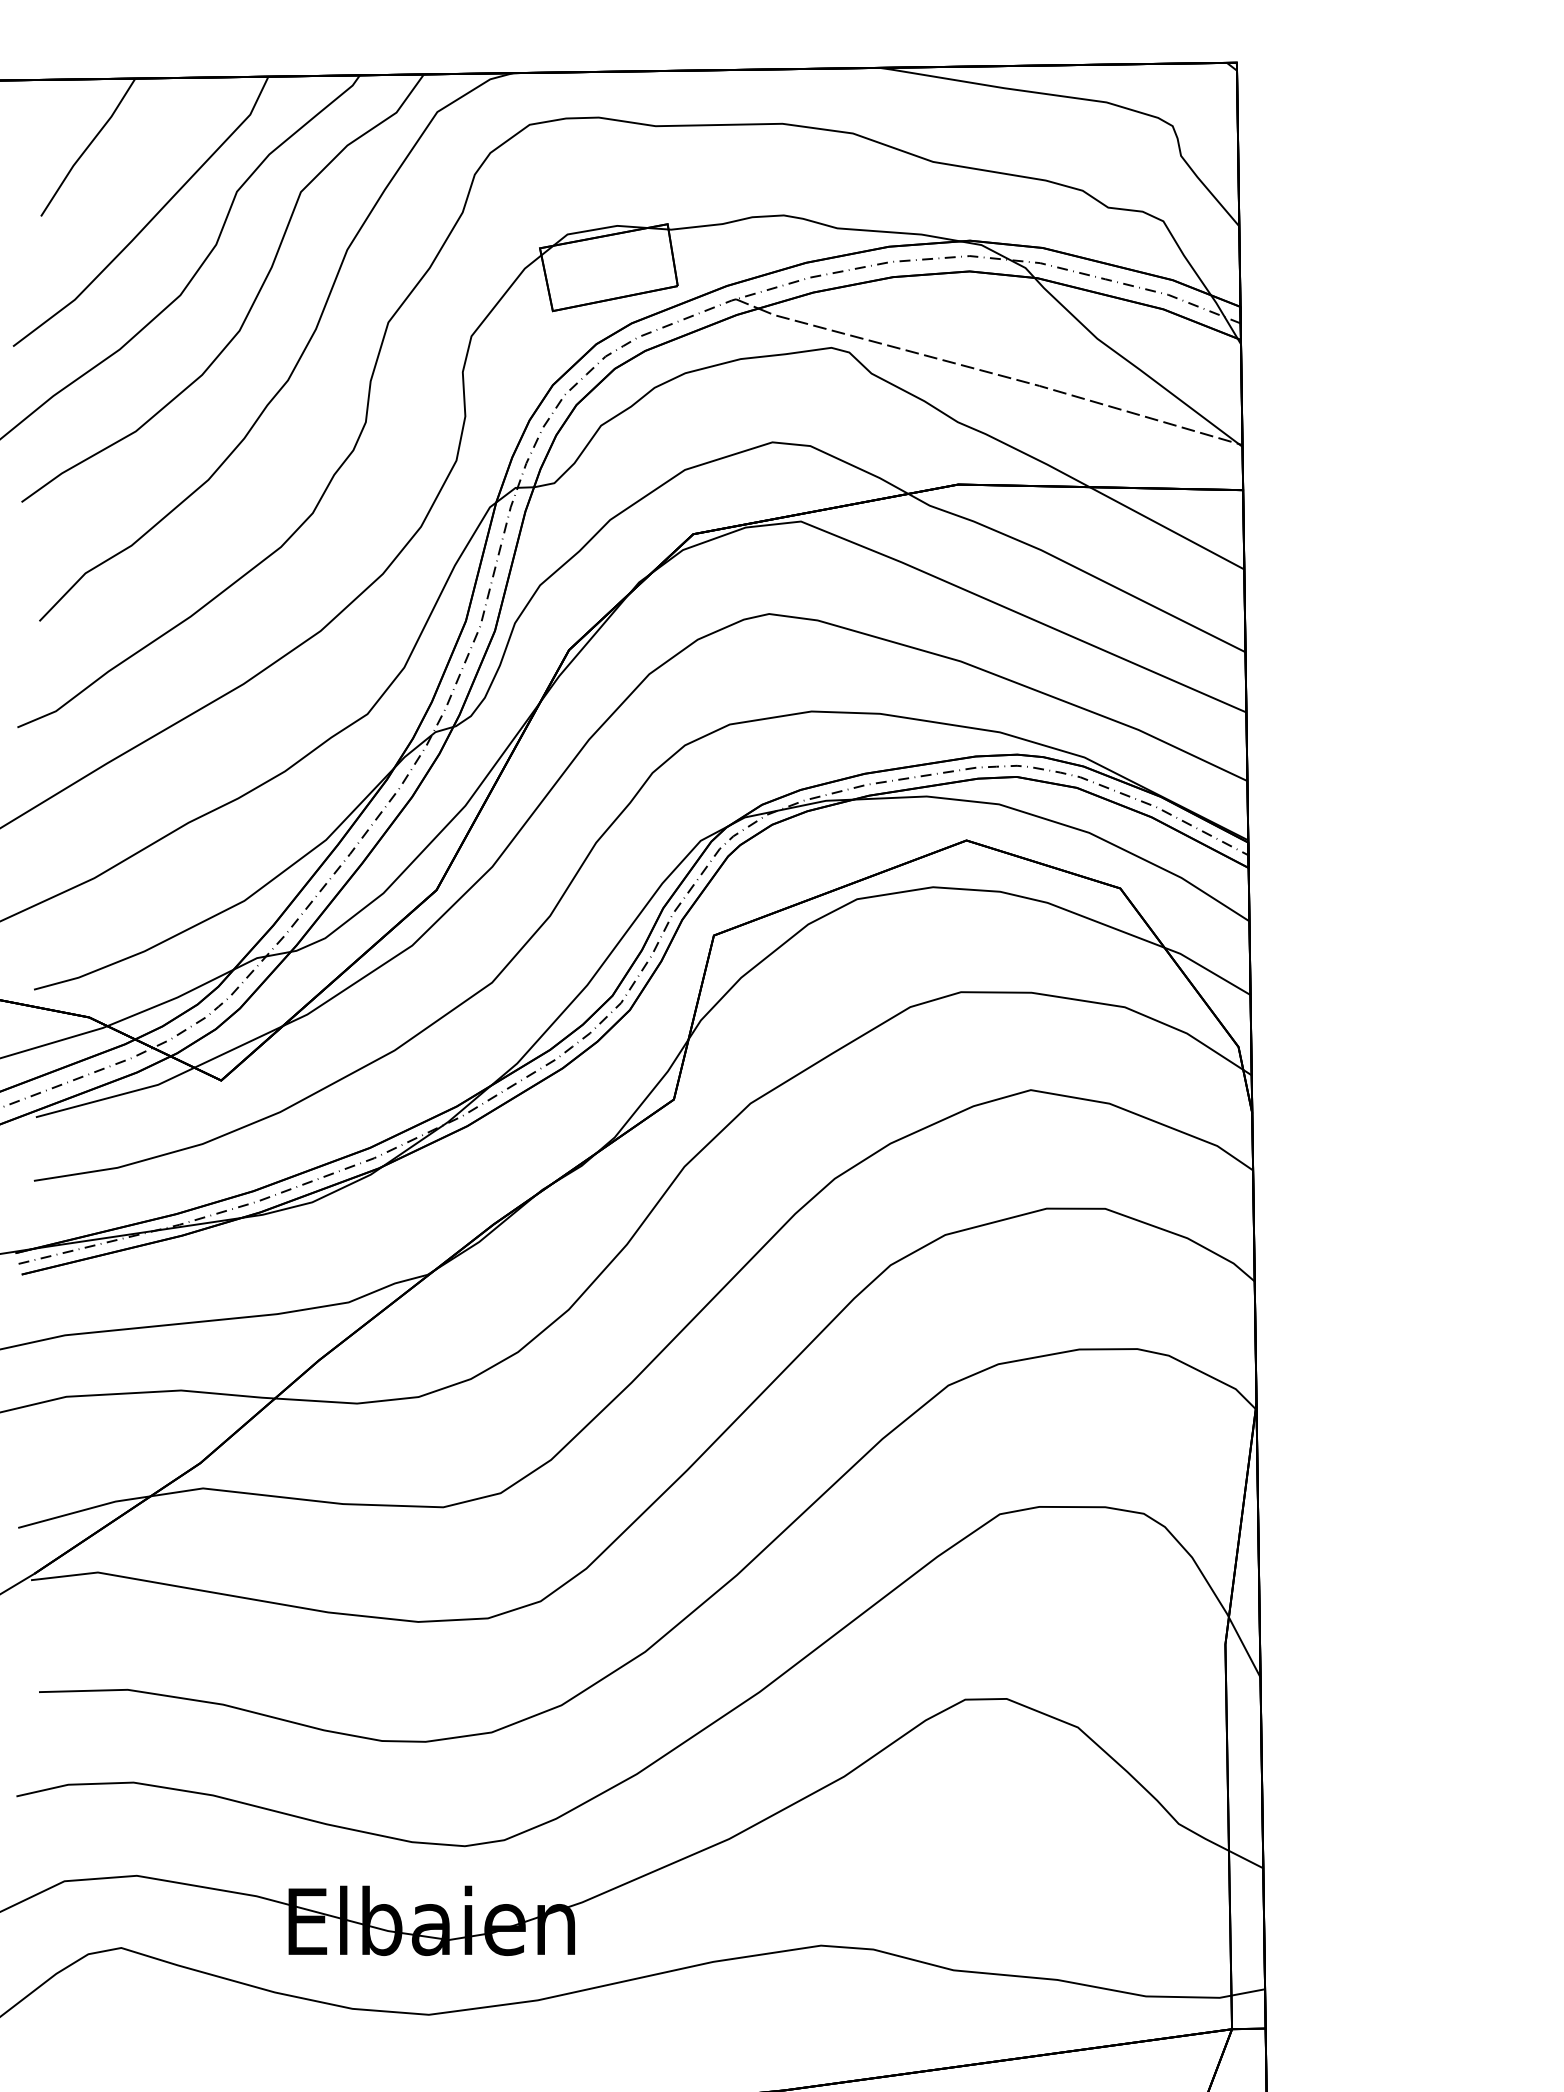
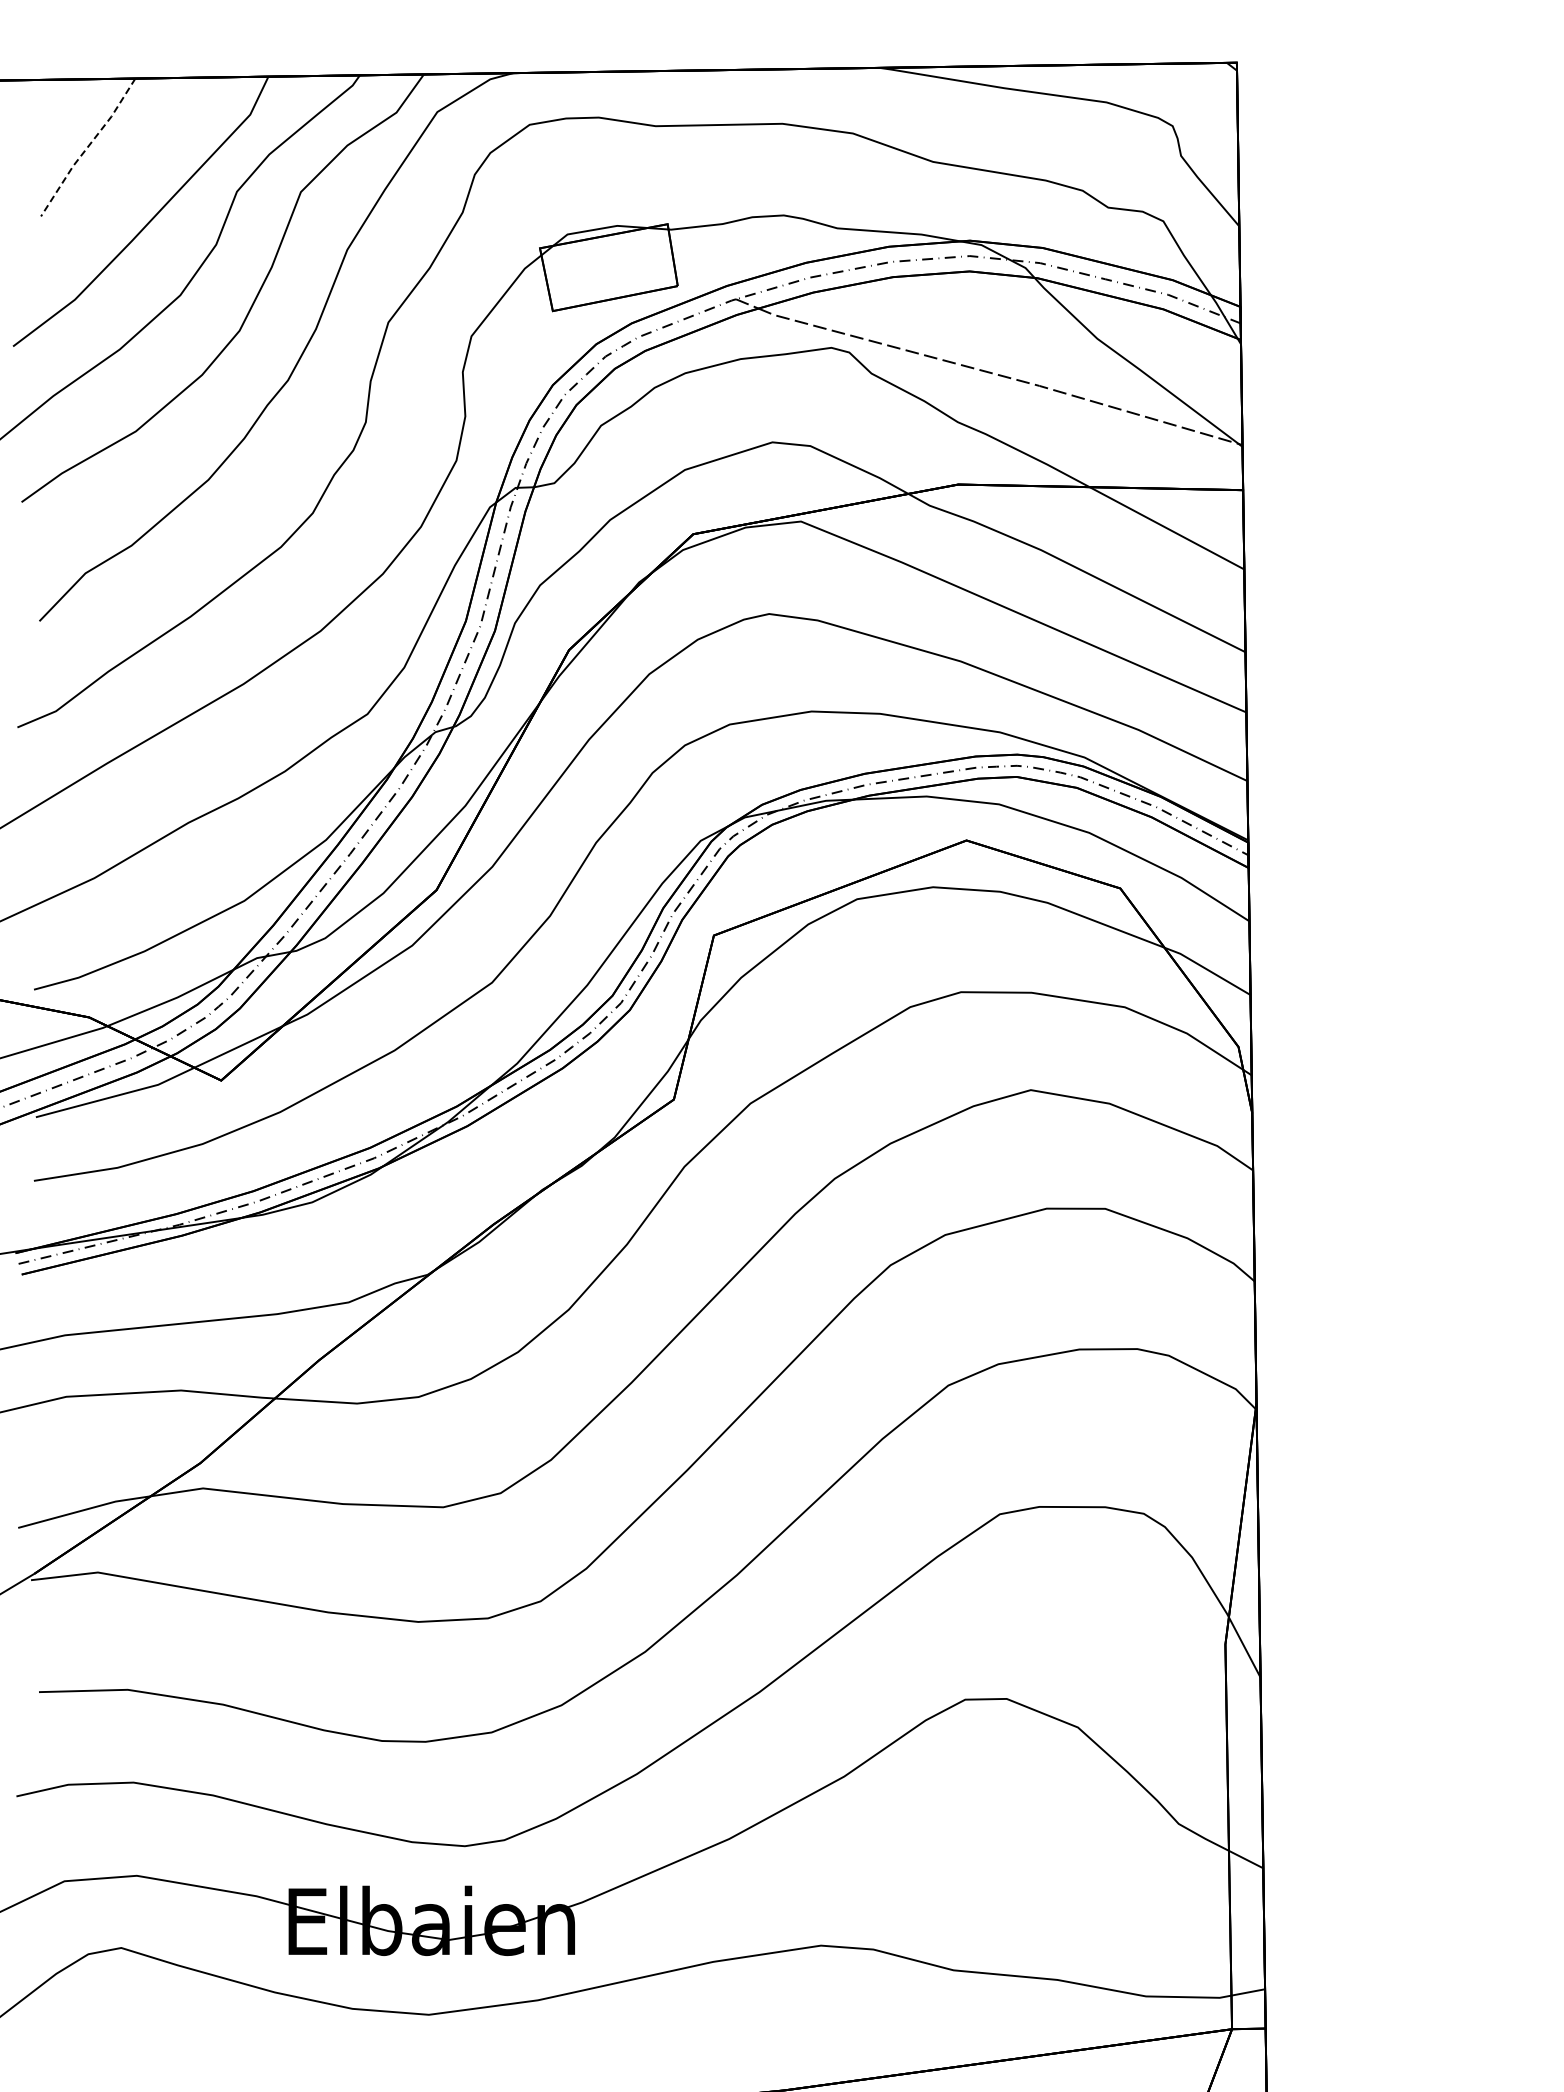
line at (87, 147): solid -> dashed
